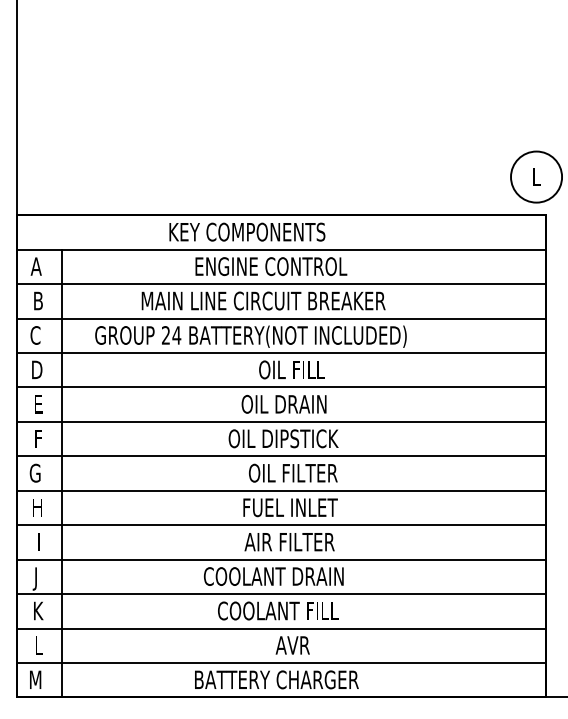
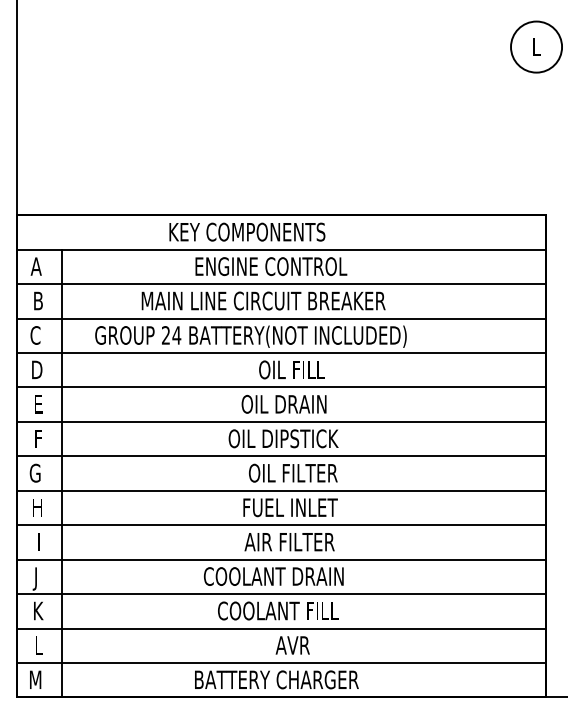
part at (536, 176) position: (536, 176) -> (536, 46)
